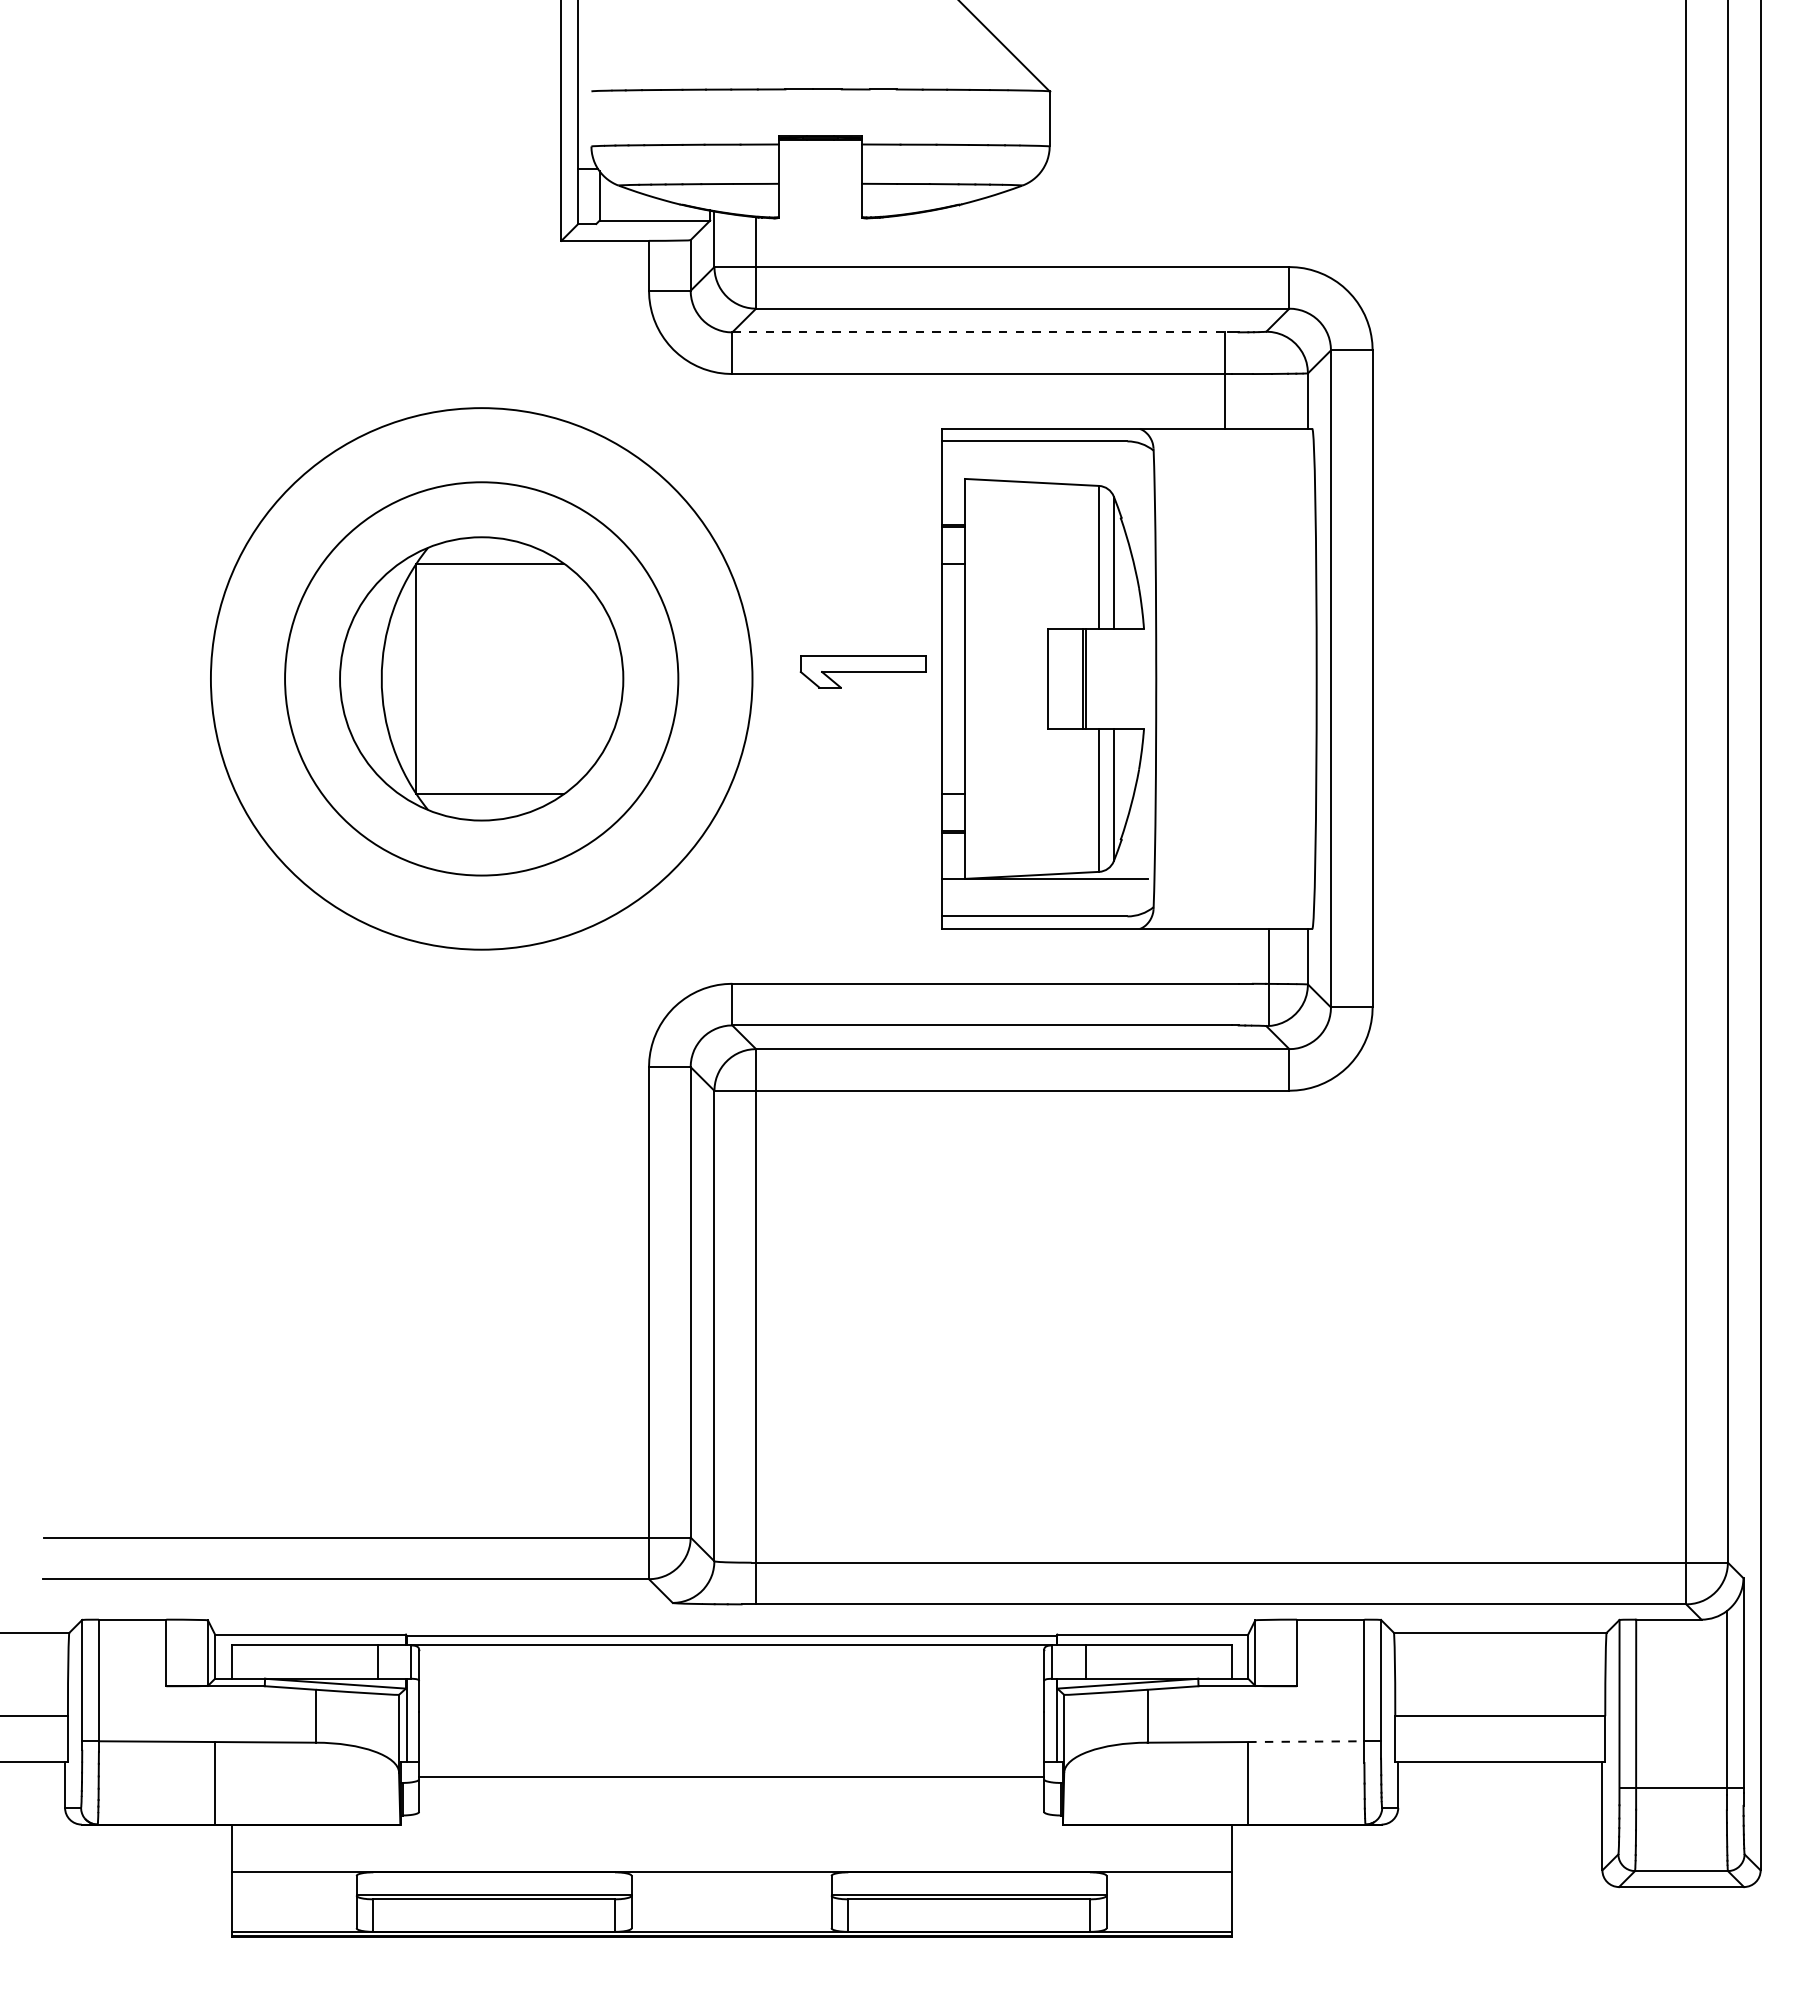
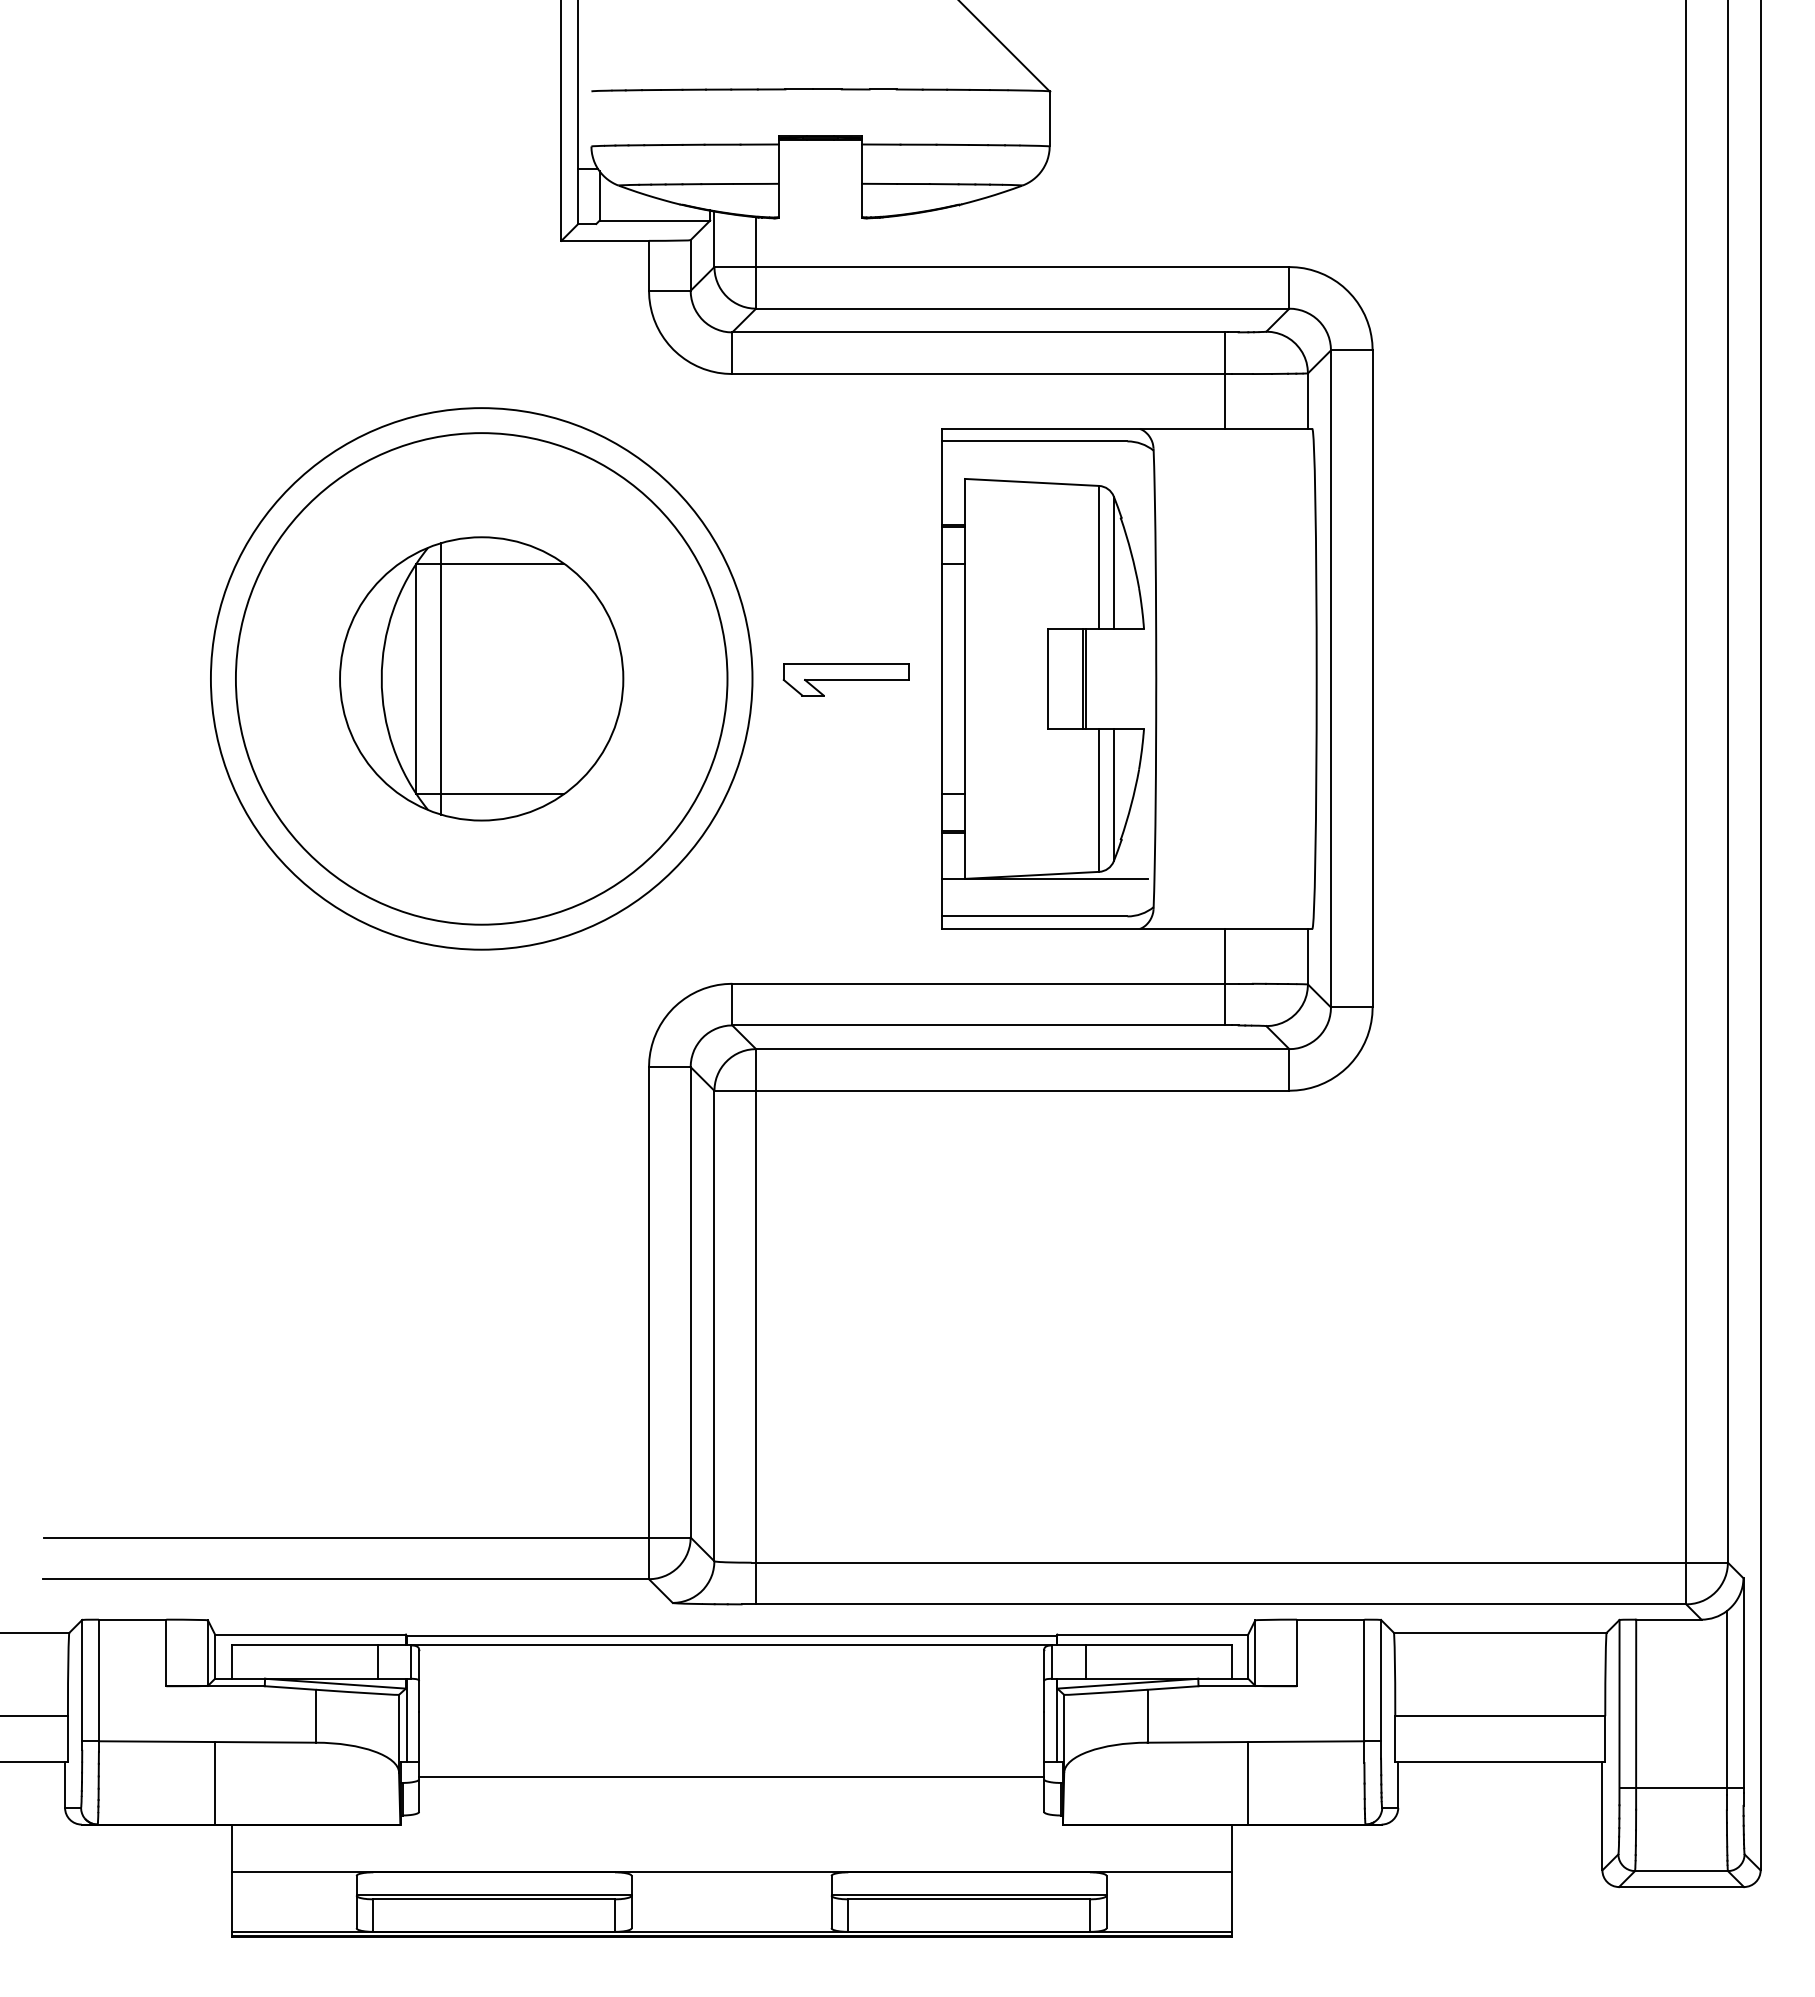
line at (980, 332): dashed -> solid
part at (862, 671) position: (862, 671) -> (845, 679)
line at (441, 678): none -> present
circle at (481, 678) diameter: 393 px -> 492 px
line at (1268, 976) position: (1268, 976) -> (1224, 976)
line at (1306, 1741): dashed -> solid
